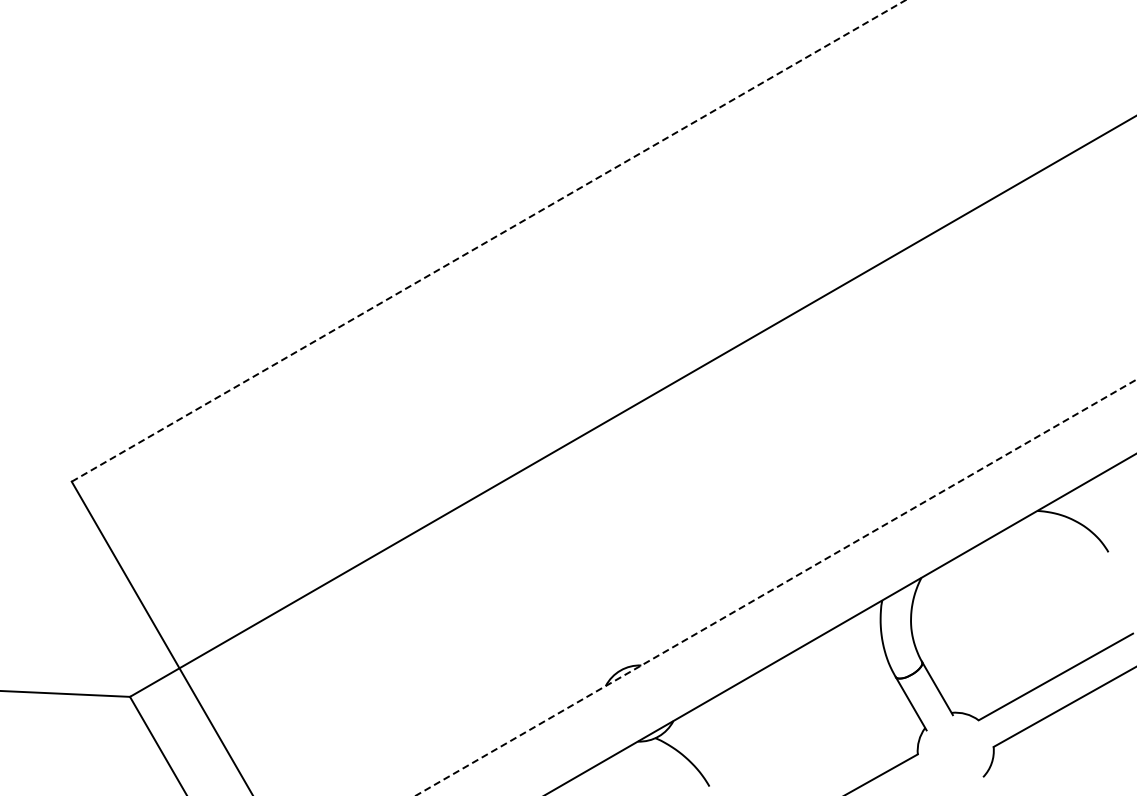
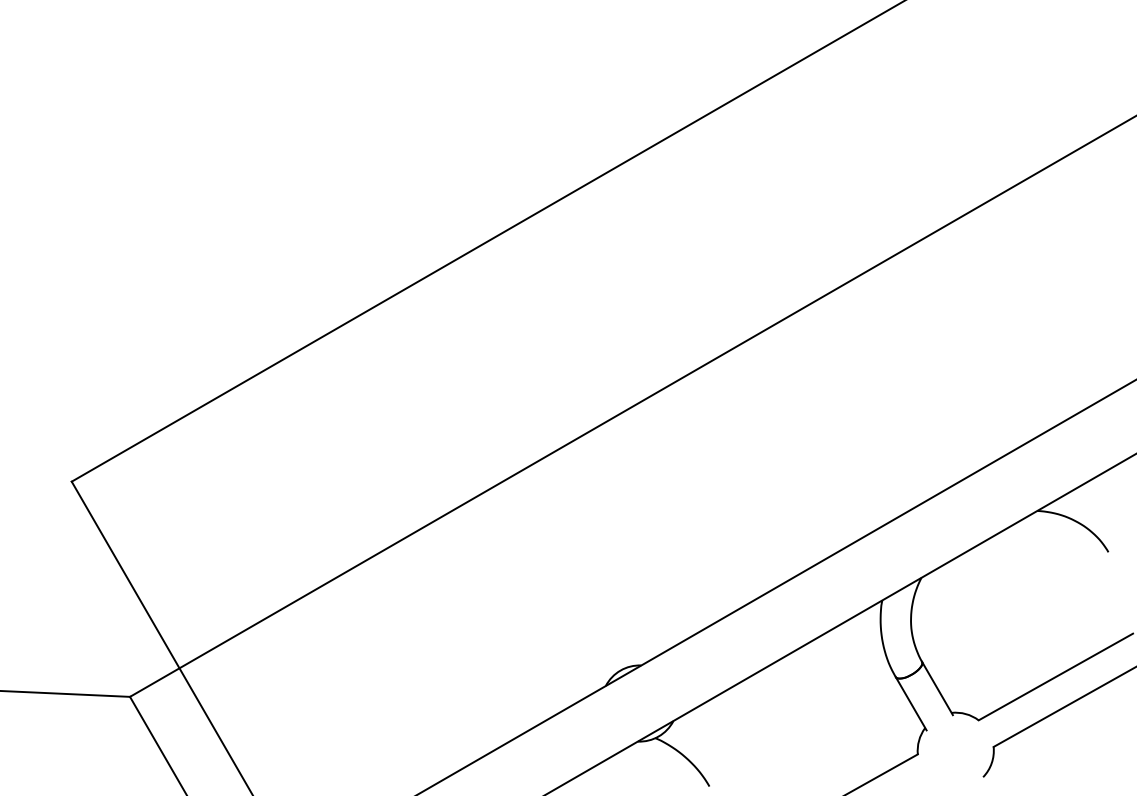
line at (488, 240): dashed -> solid
line at (775, 587): dashed -> solid
